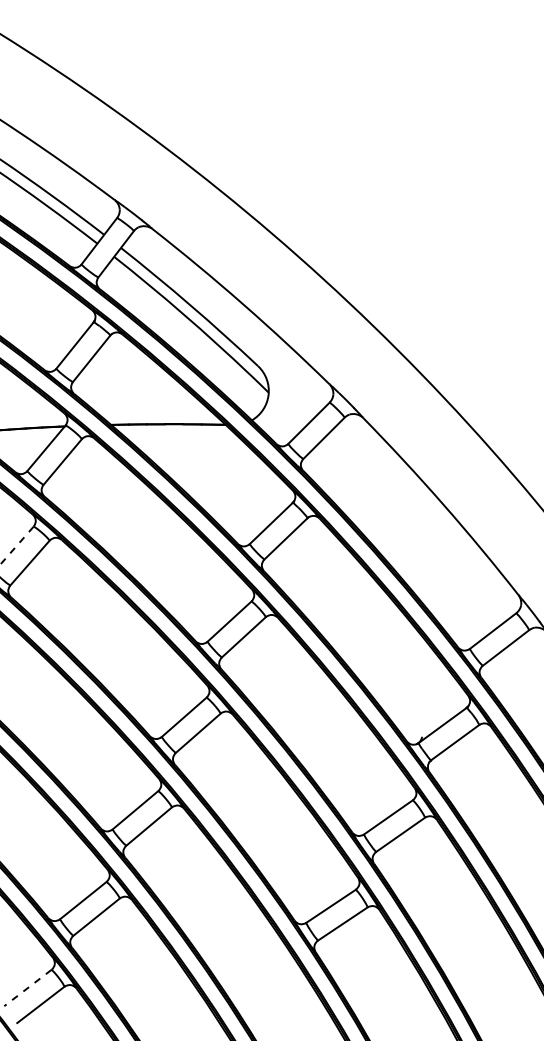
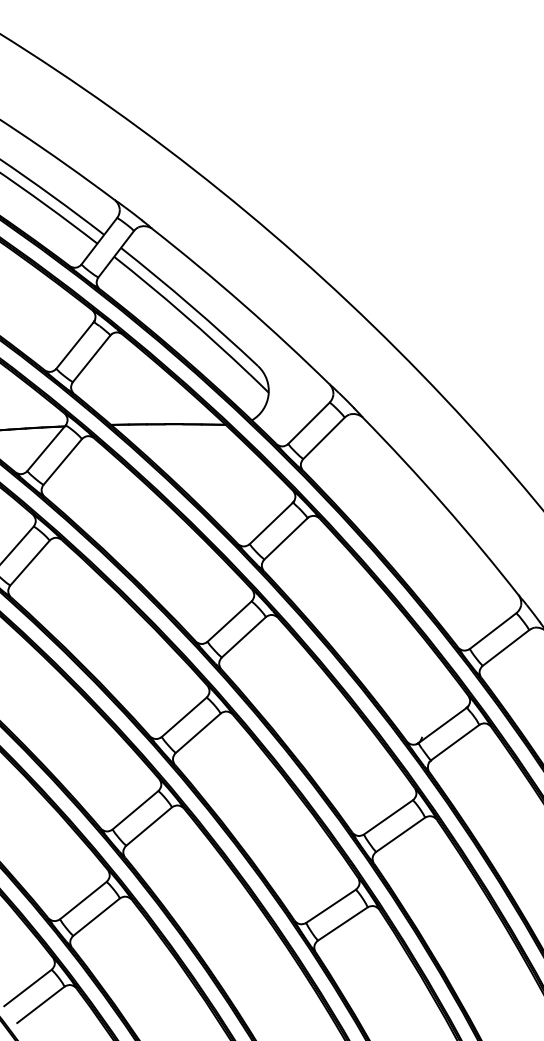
line at (16, 546): dashed -> solid
line at (27, 988): dashed -> solid
